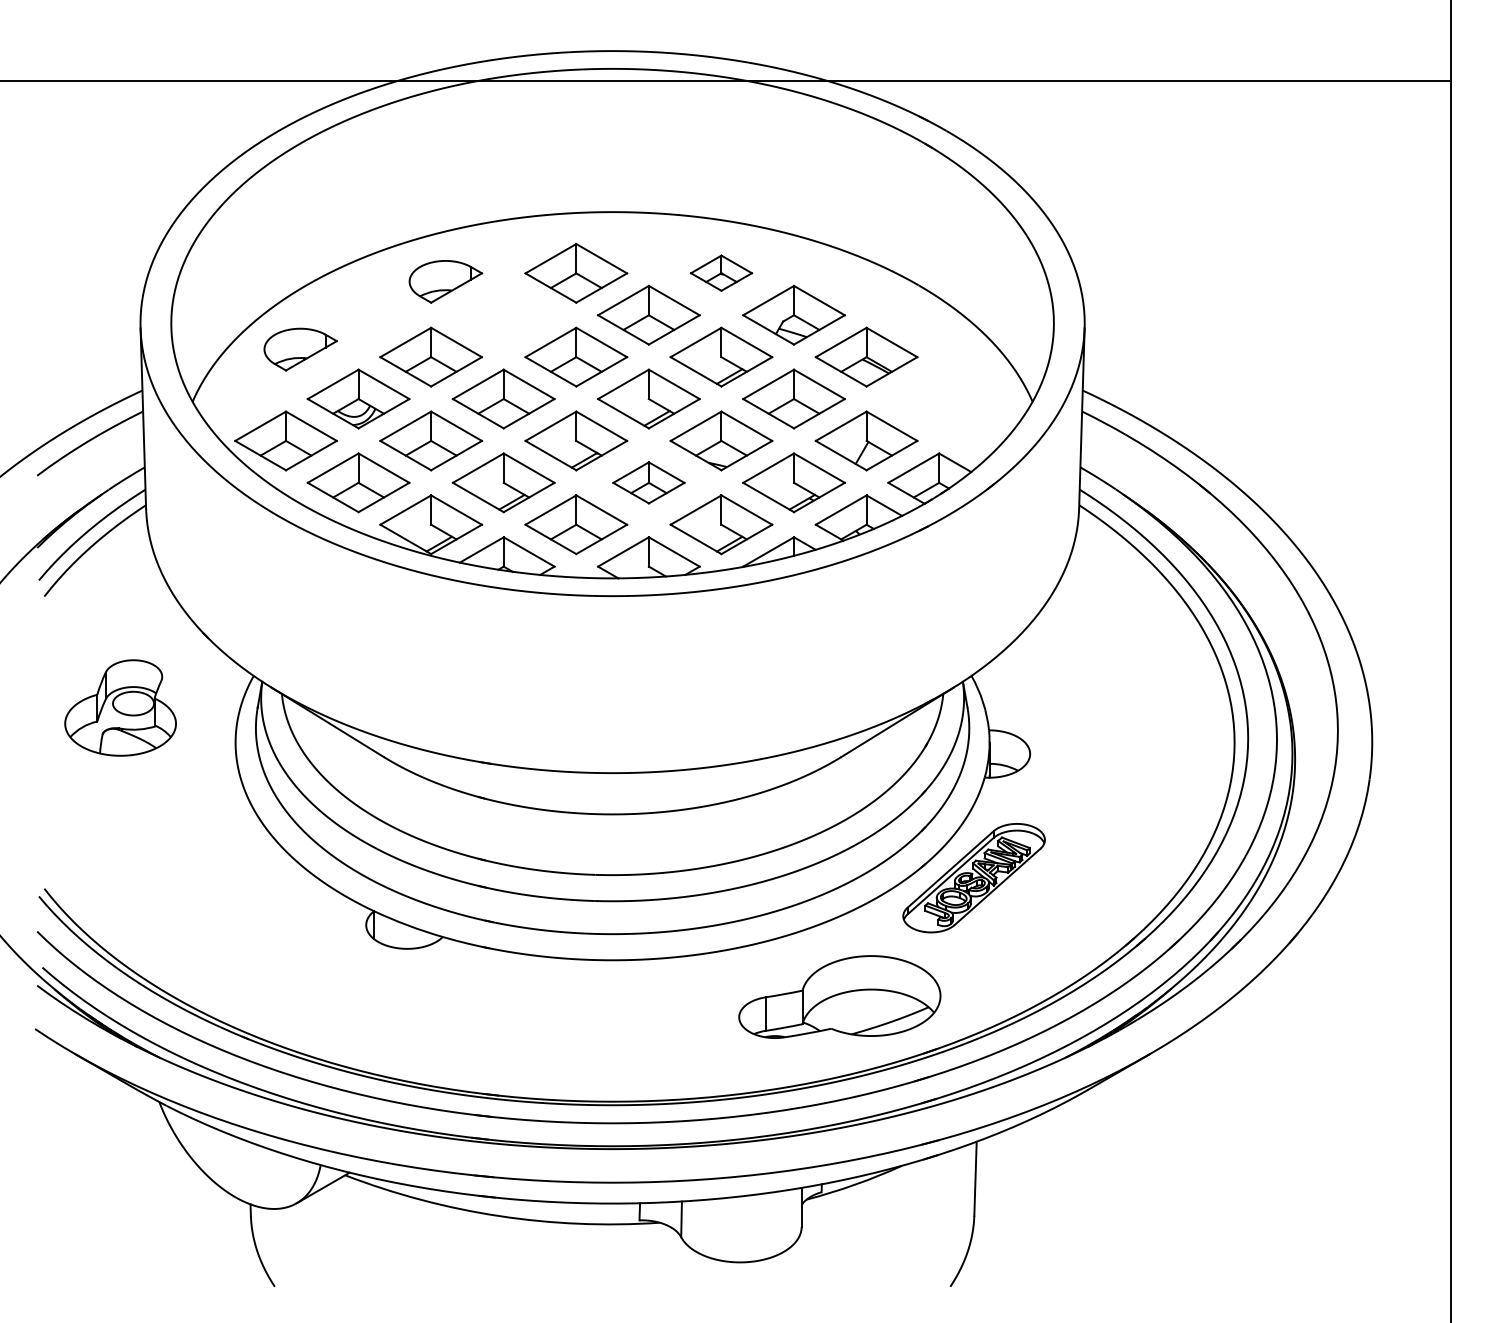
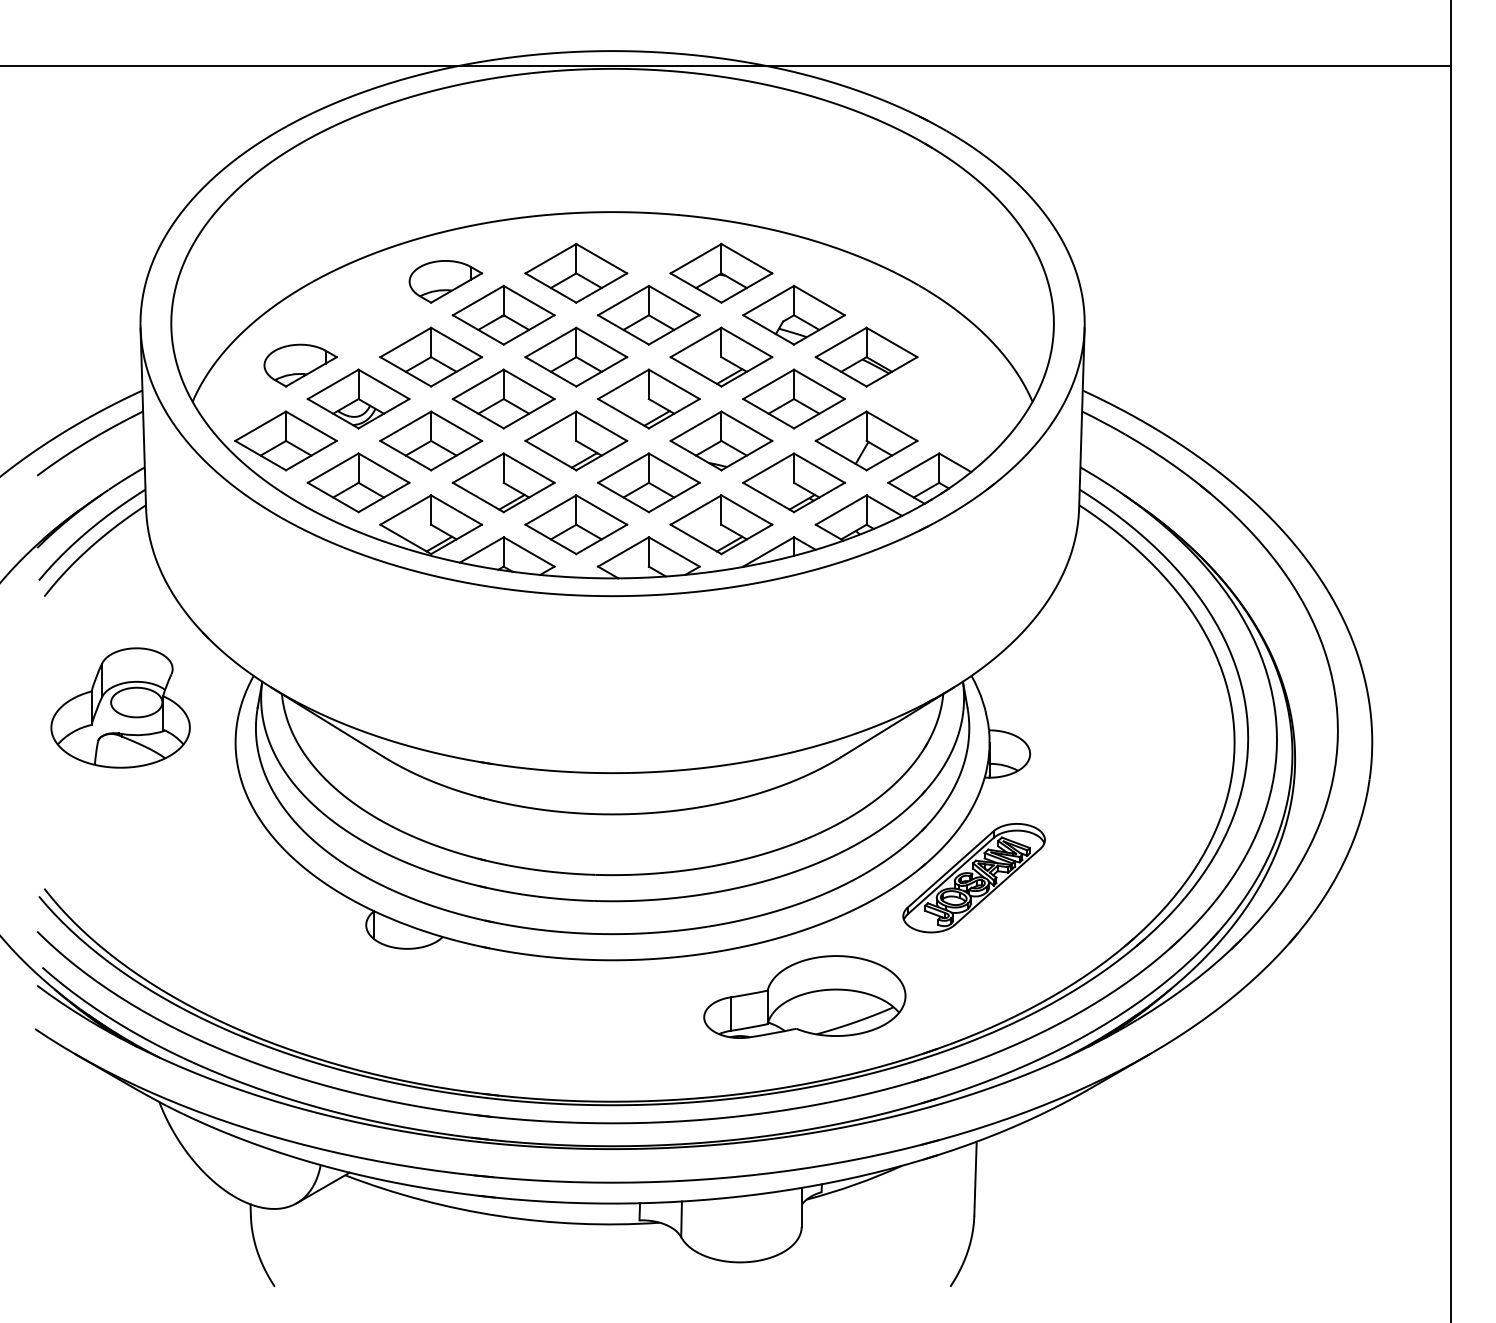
line at (726, 81) position: (726, 81) -> (726, 66)
part at (721, 272) size: 65x38 px -> 105x62 px
part at (503, 314): none -> present
part at (300, 349) position: (300, 349) -> (300, 365)
part at (648, 482) size: 74x44 px -> 104x62 px
part at (120, 707) size: 113x98 px -> 141x122 px
part at (839, 996) position: (839, 996) -> (804, 996)
